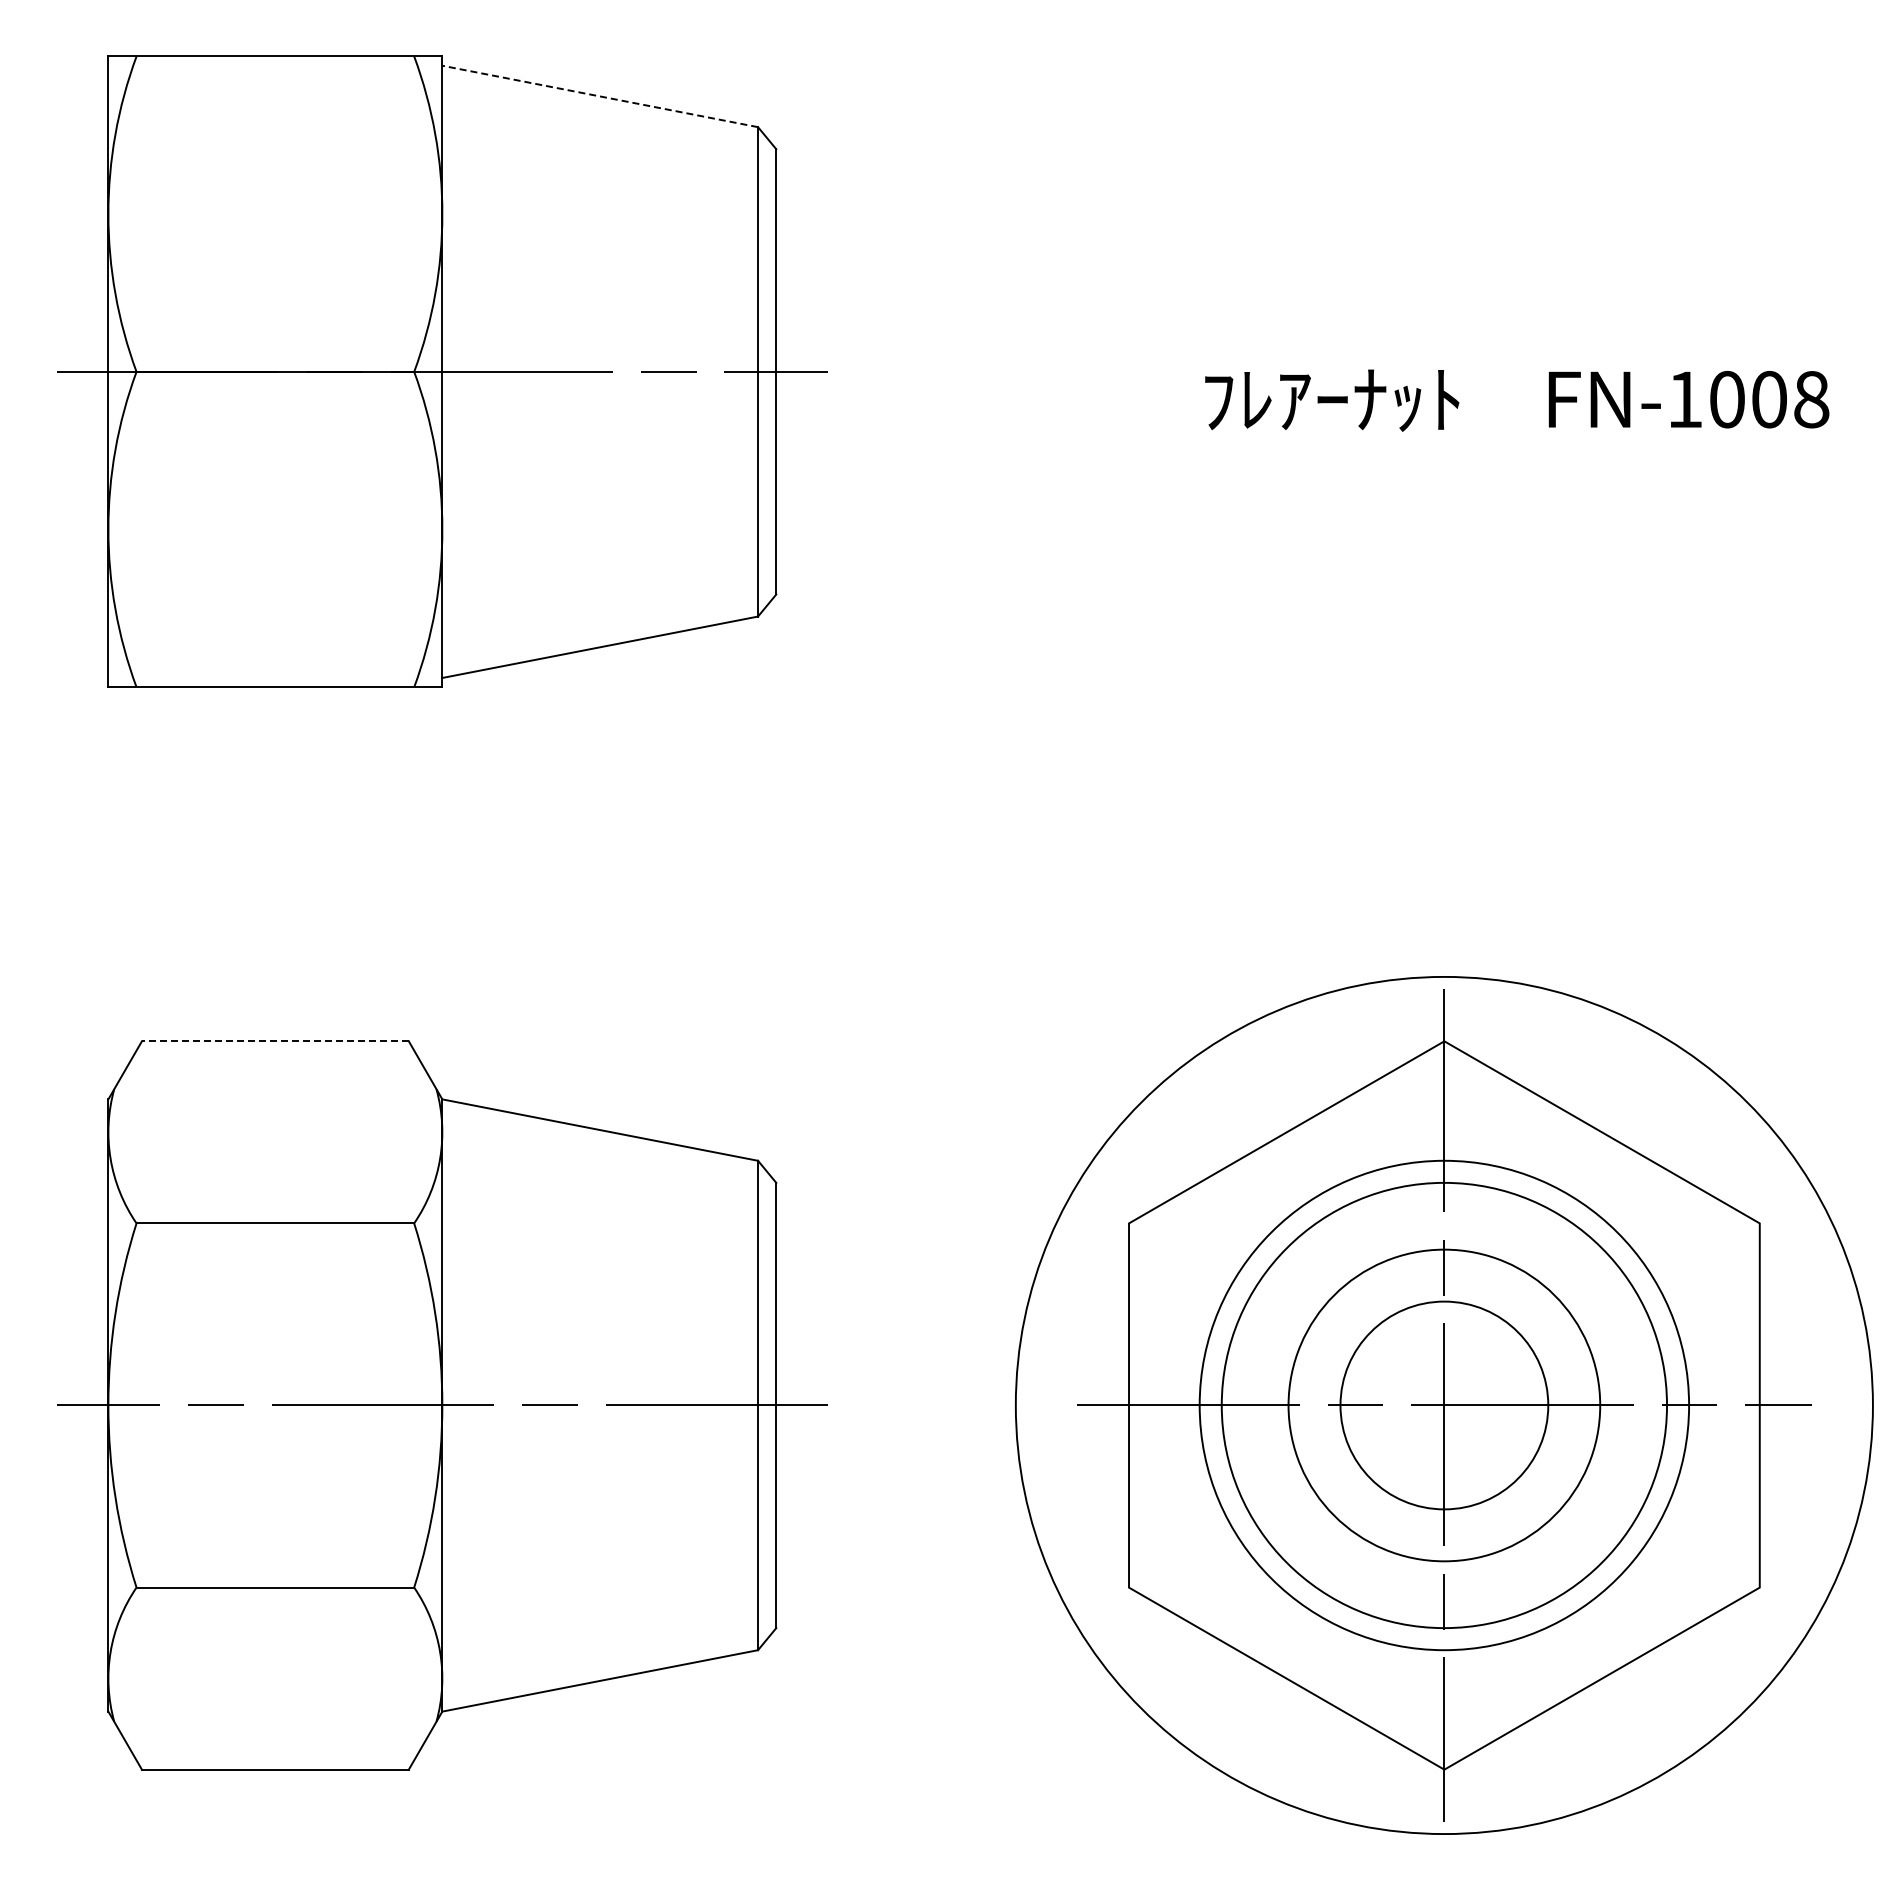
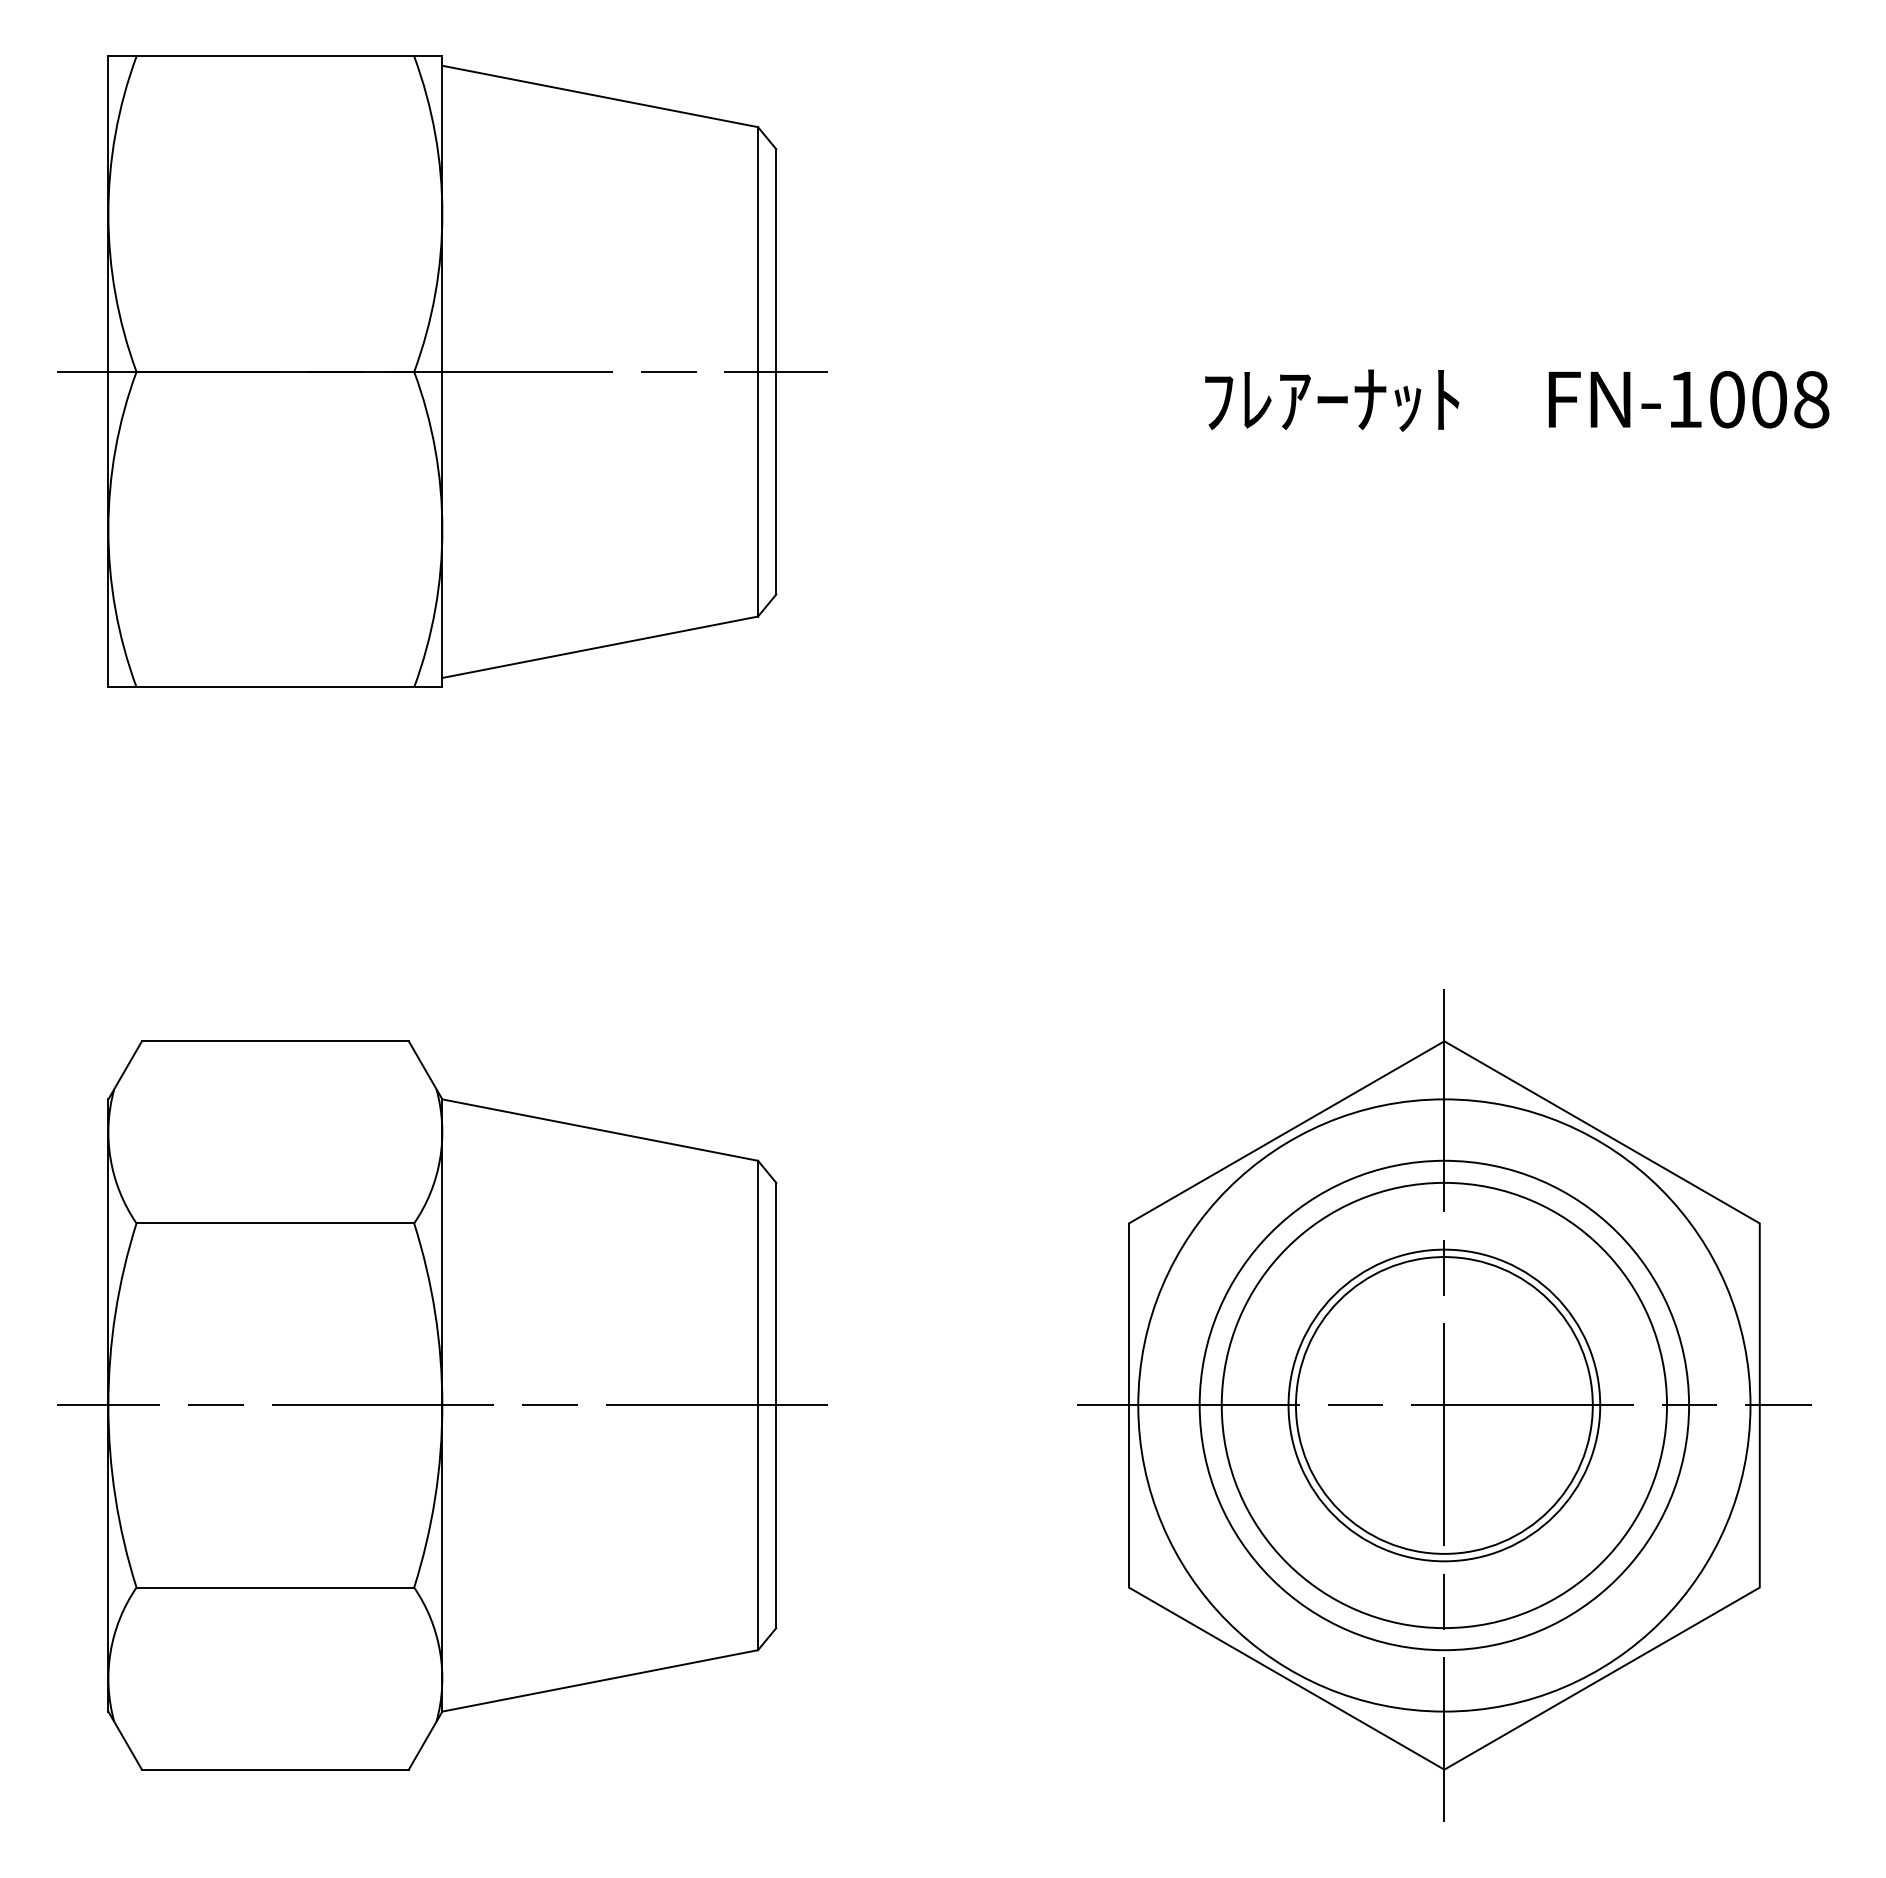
line at (600, 96): dashed -> solid
line at (274, 1041): dashed -> solid
circle at (1443, 1405) diameter: 857 px -> 612 px
circle at (1444, 1405) diameter: 208 px -> 297 px
